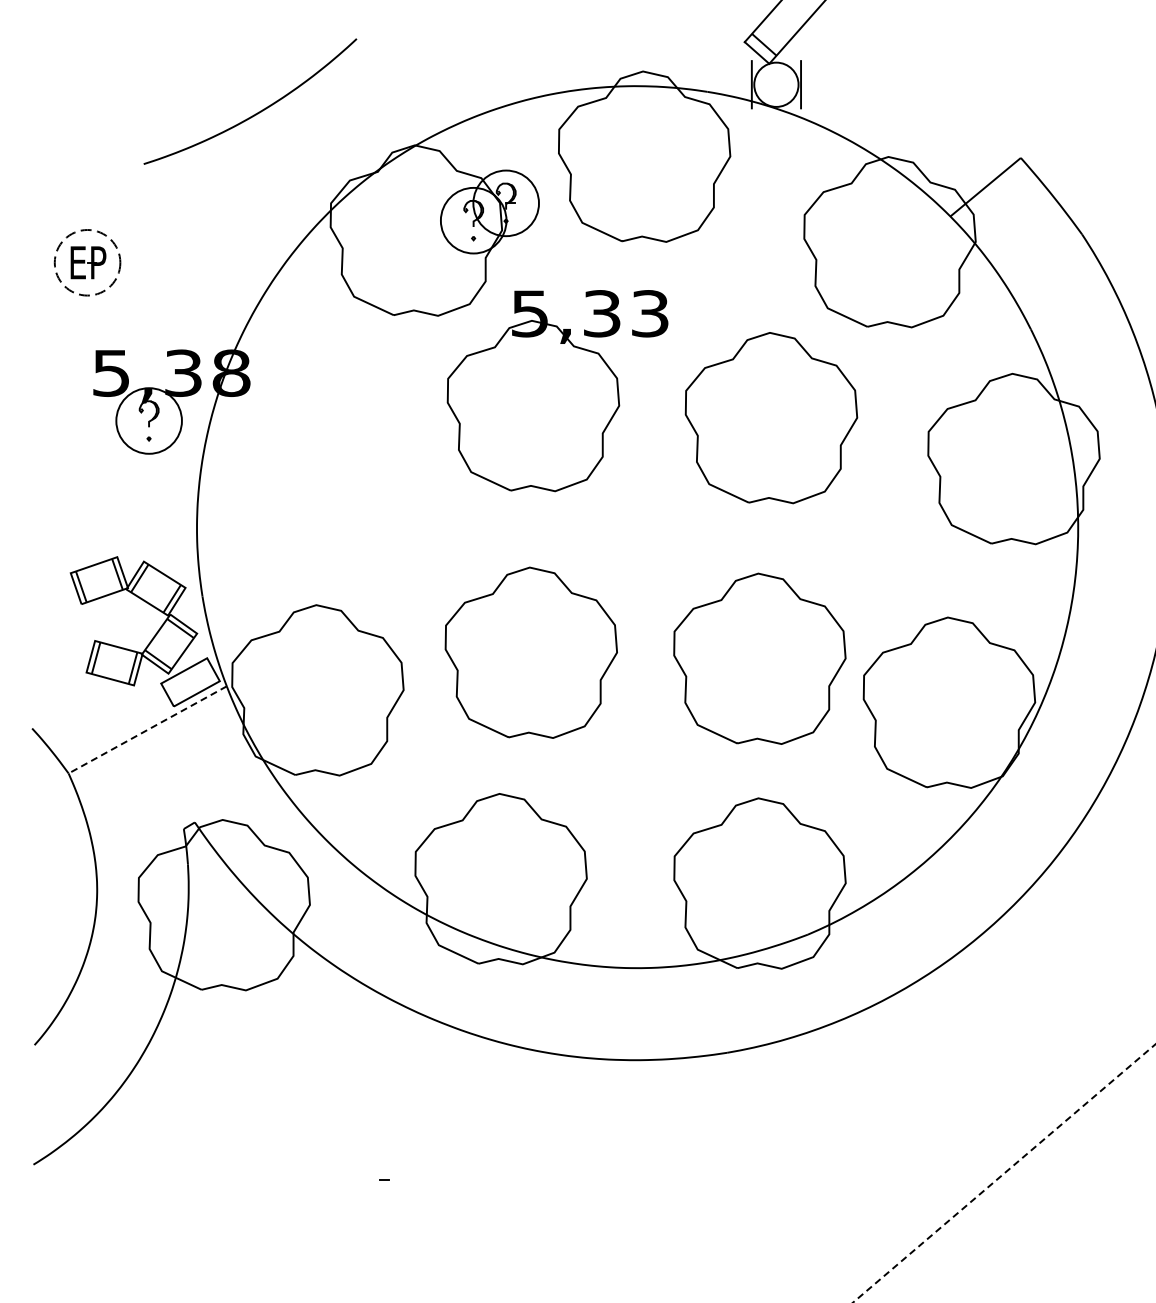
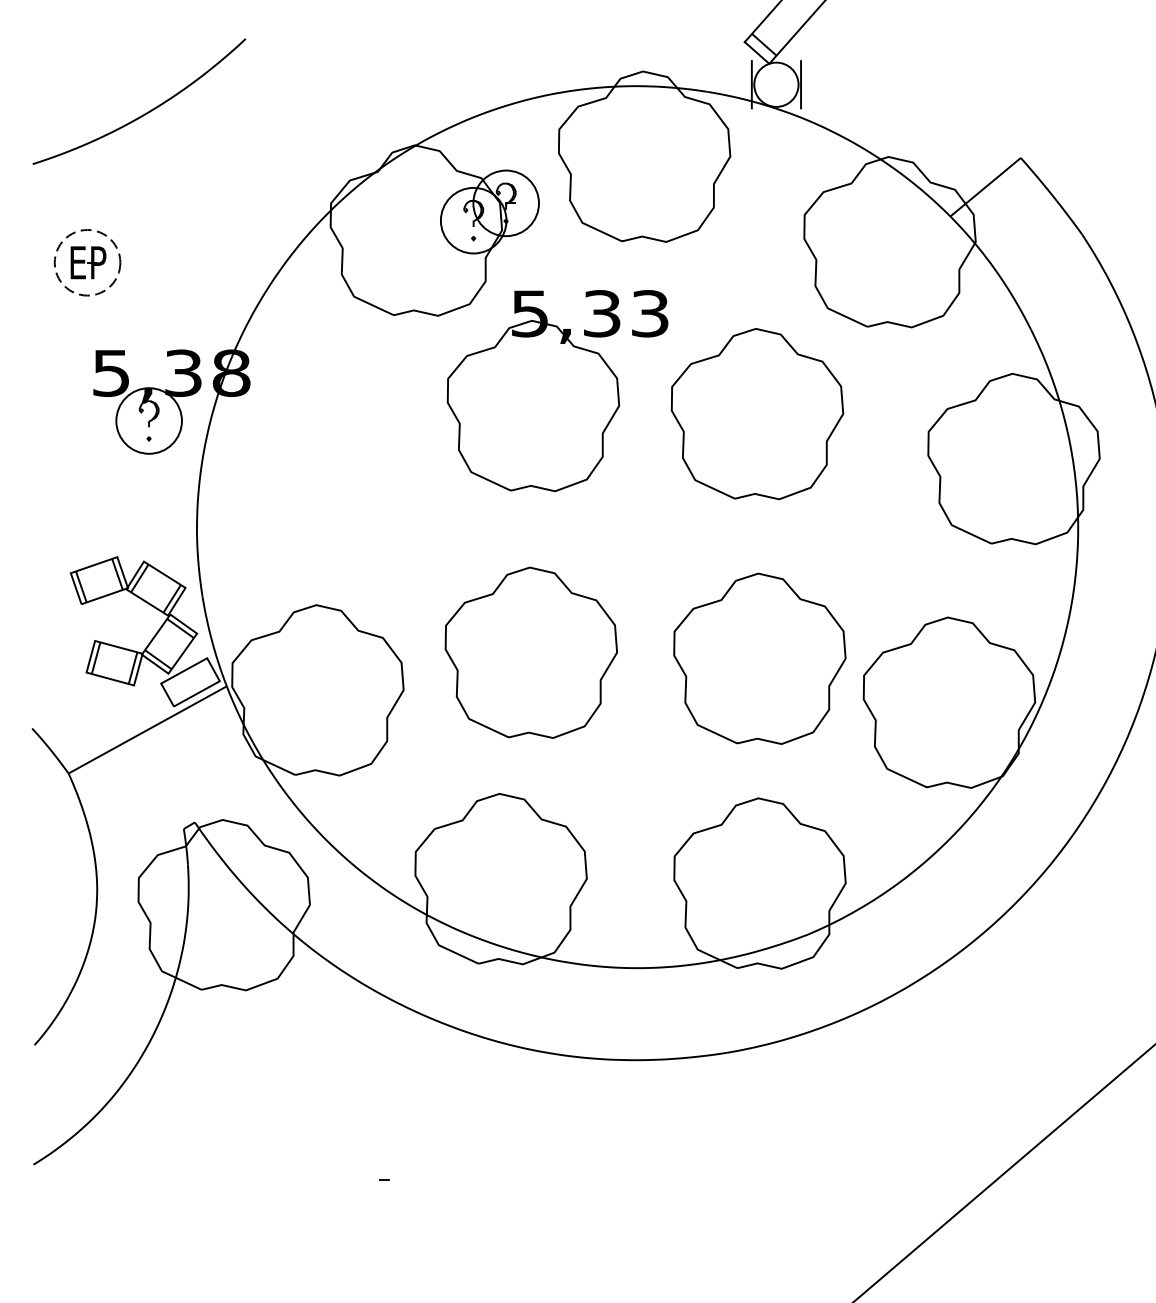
curve at (258, 111) position: (258, 111) -> (147, 111)
part at (771, 418) position: (771, 418) -> (757, 414)
line at (147, 730): dashed -> solid
line at (1004, 1173): dashed -> solid
